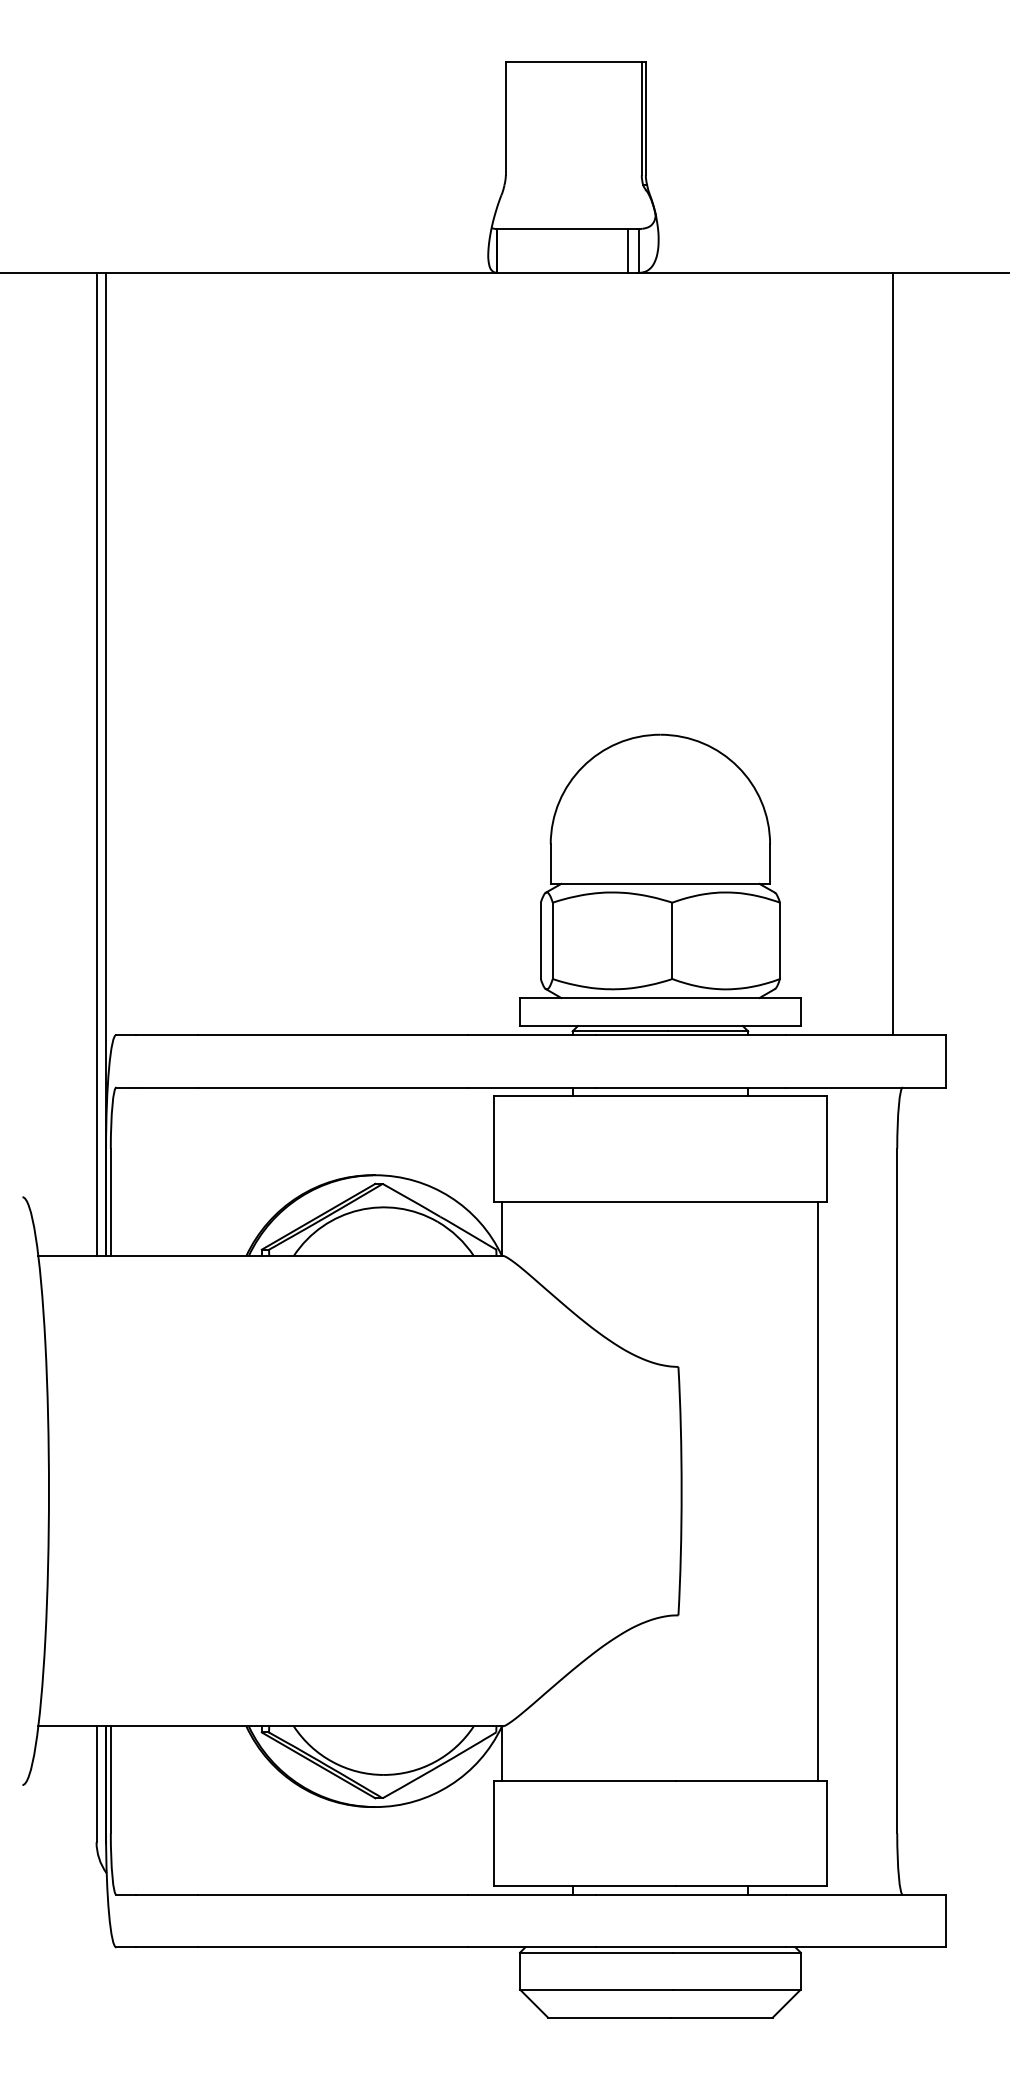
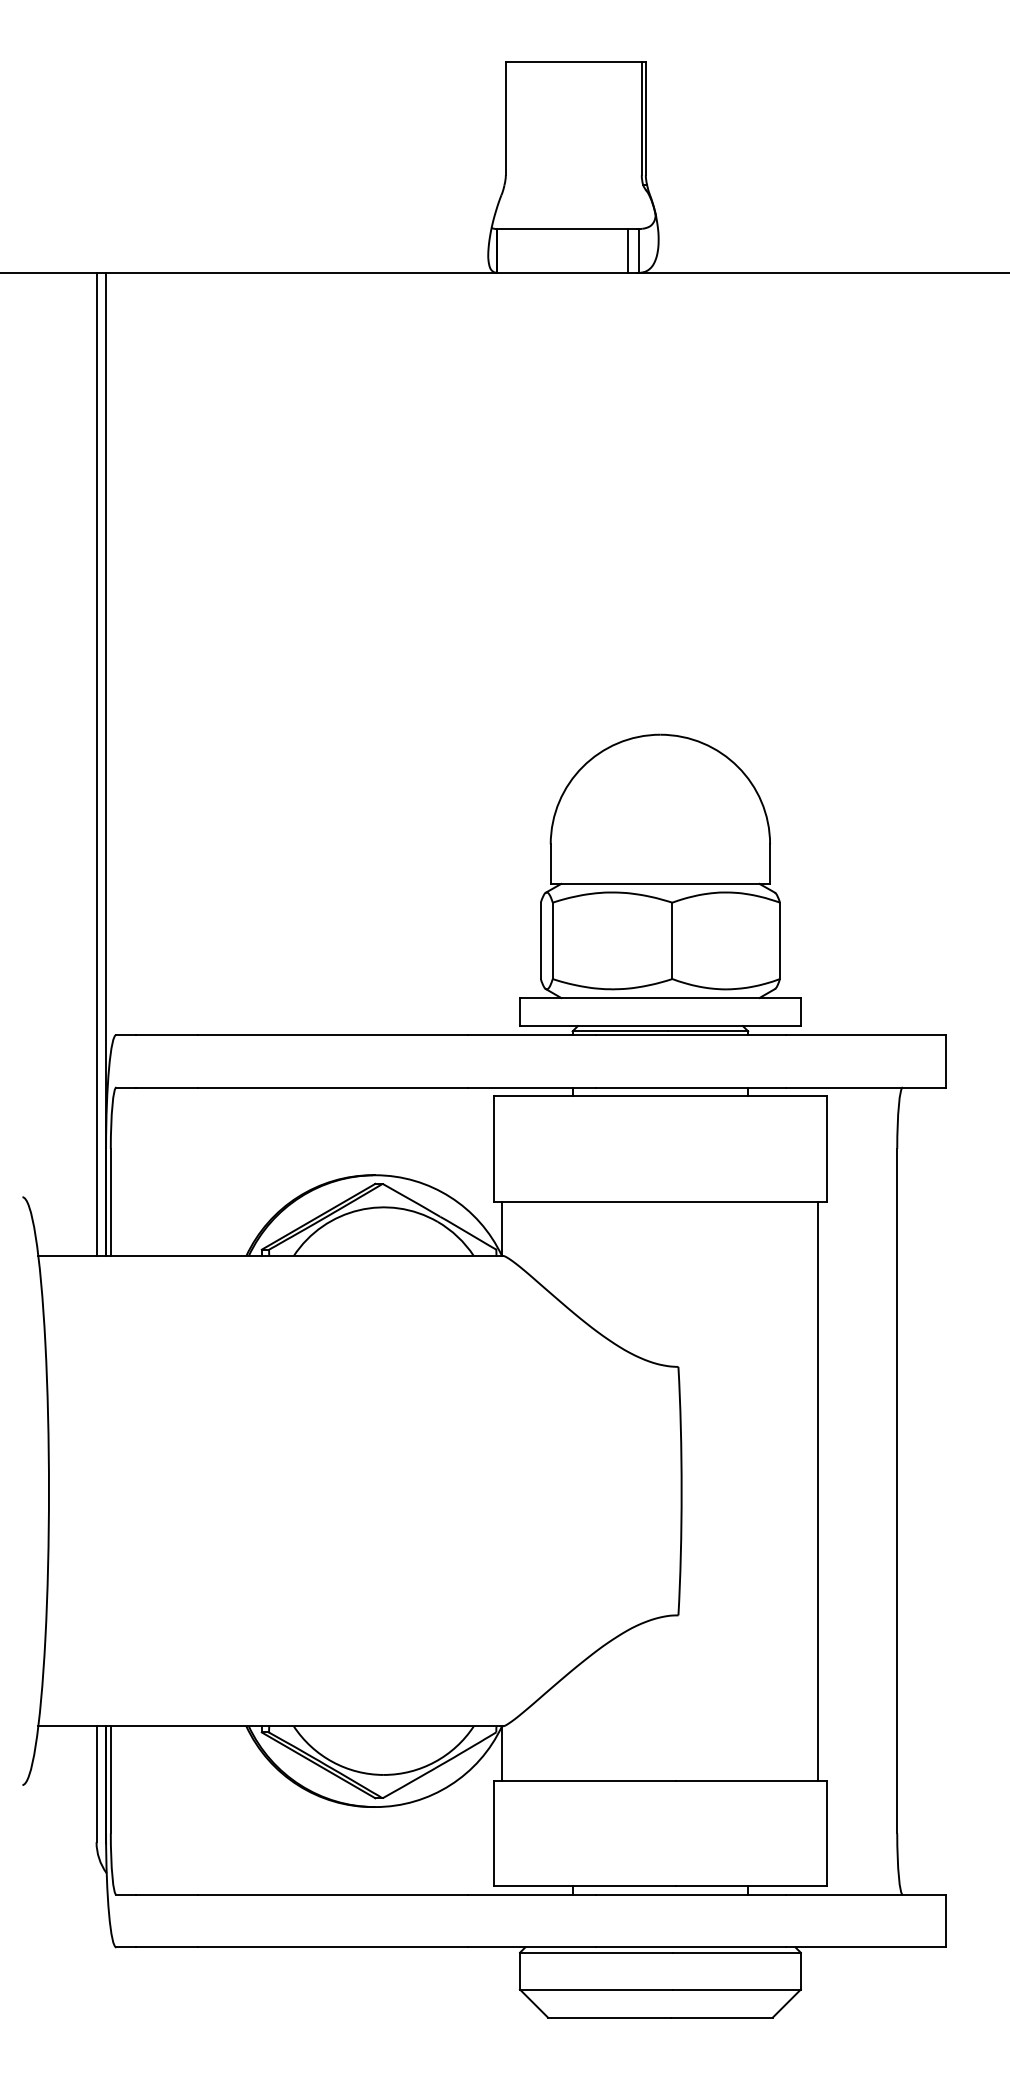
line at (892, 653): present -> none
